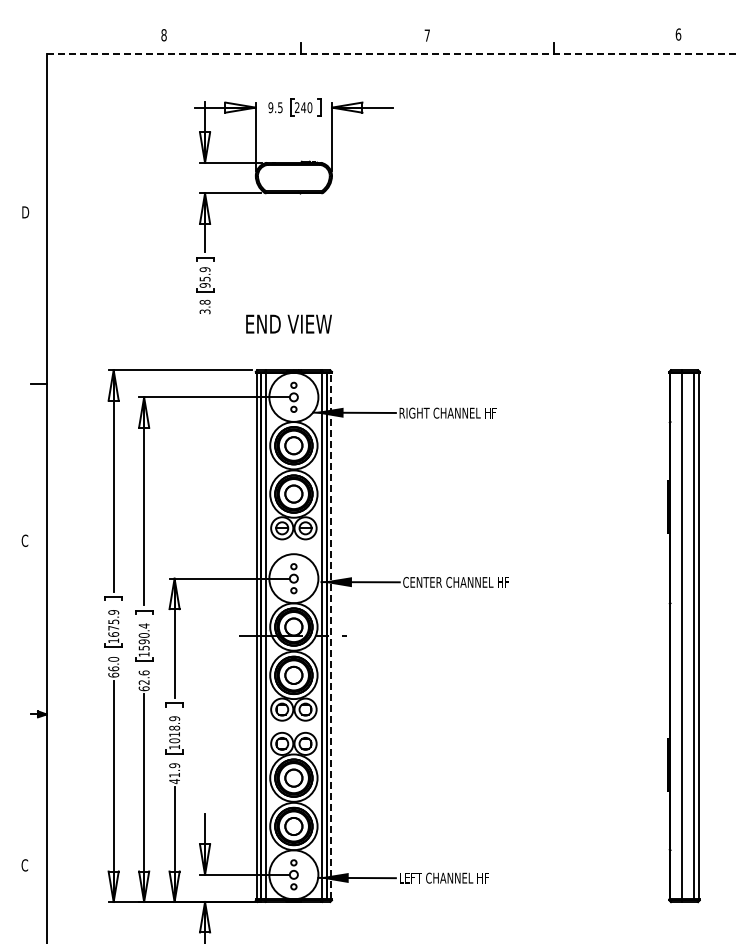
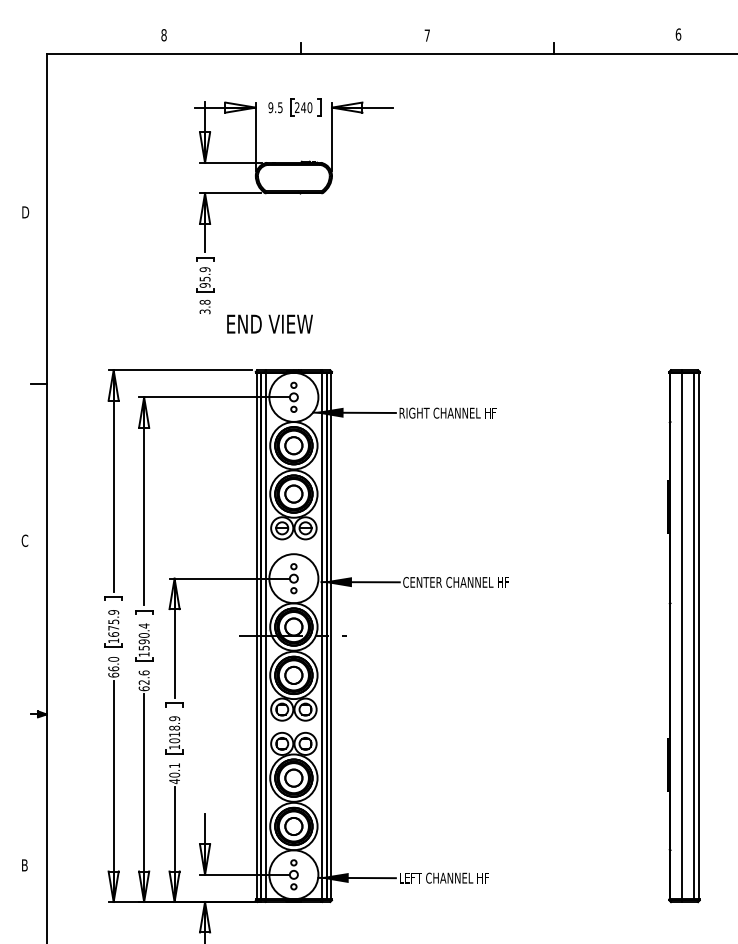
line at (392, 53): dashed -> solid
text at (288, 323) position: (288, 323) -> (269, 323)
line at (331, 635): dashed -> solid
text at (174, 770): 41.9 -> 40.1
text at (24, 865): C -> B
